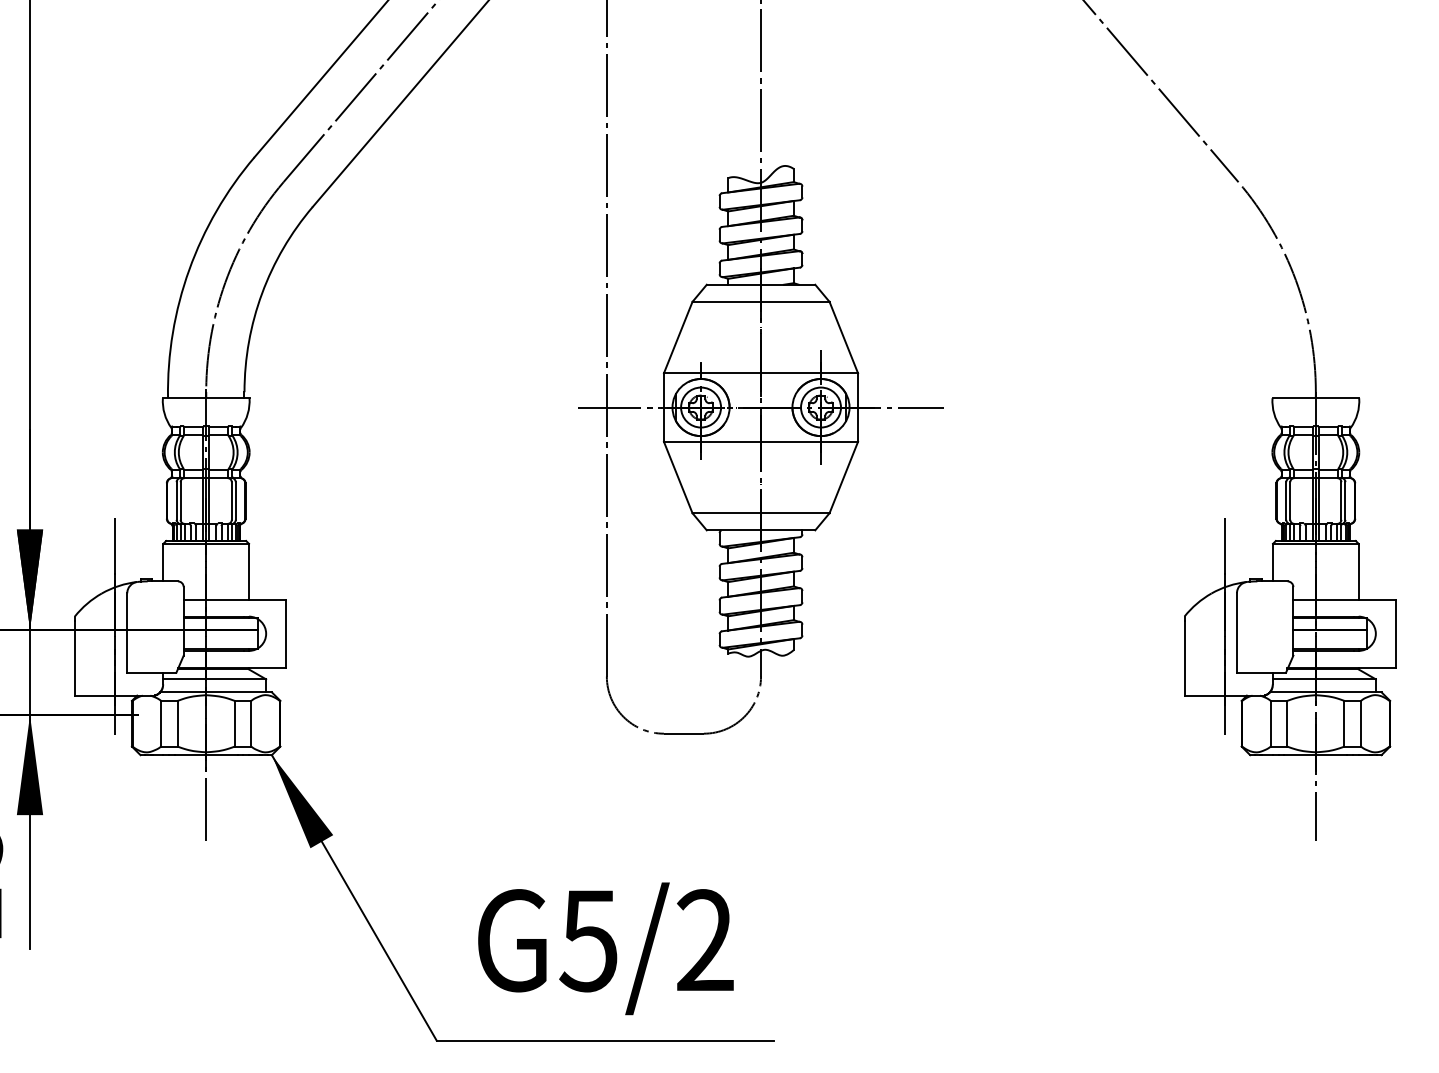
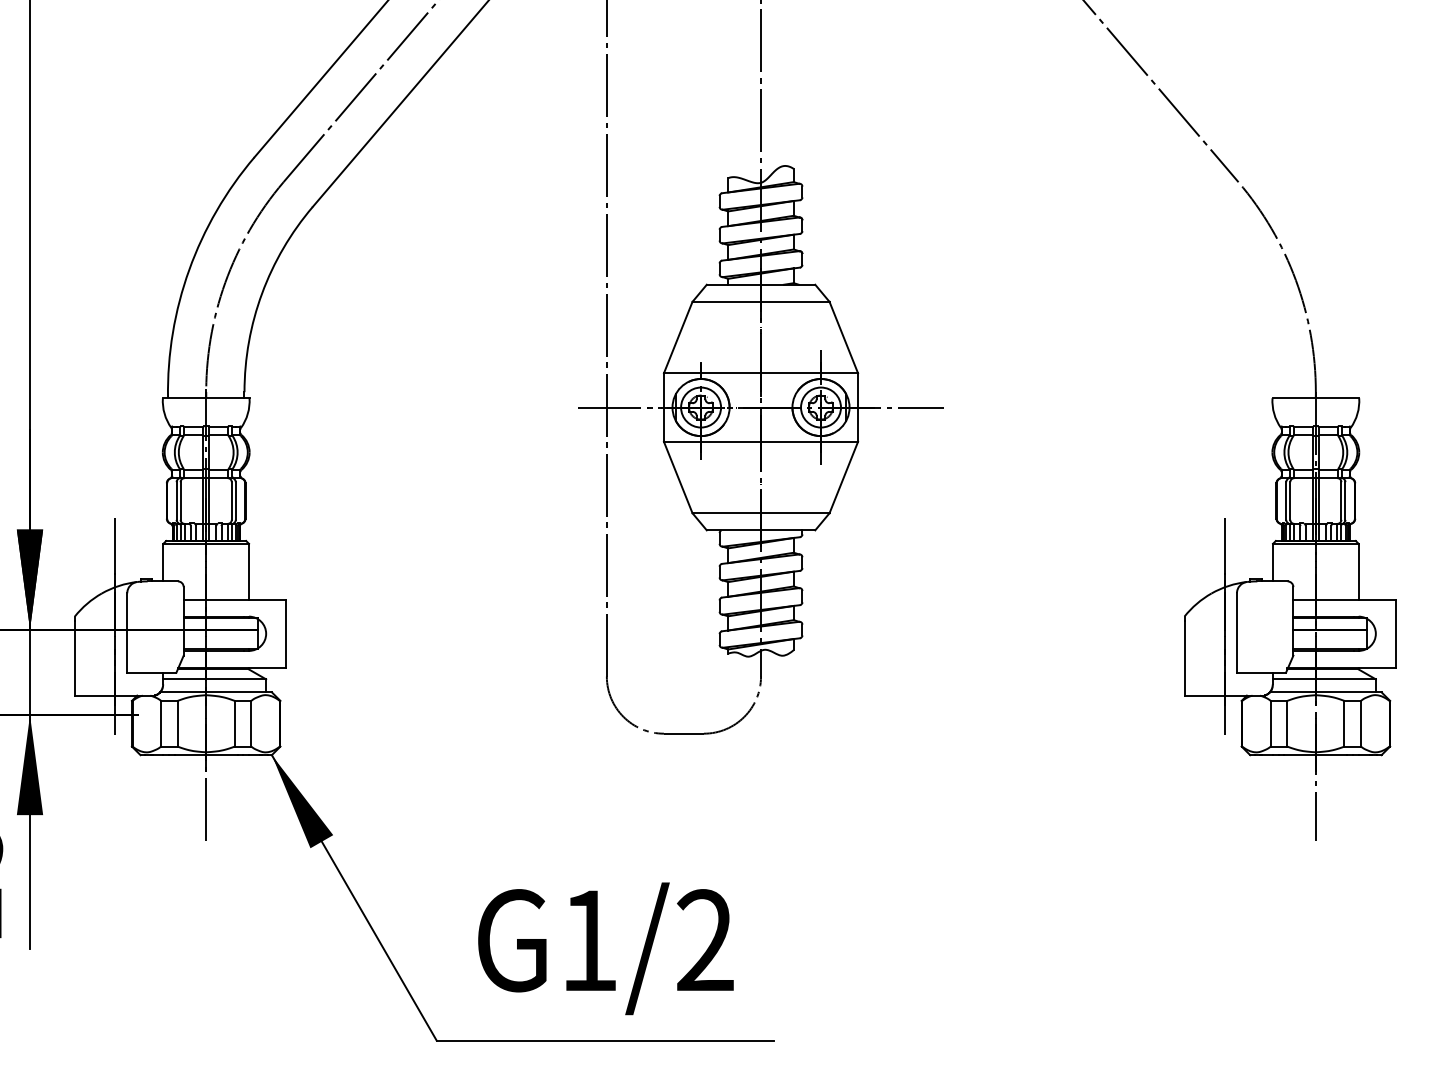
text at (588, 941): G5/2 -> G1/2
